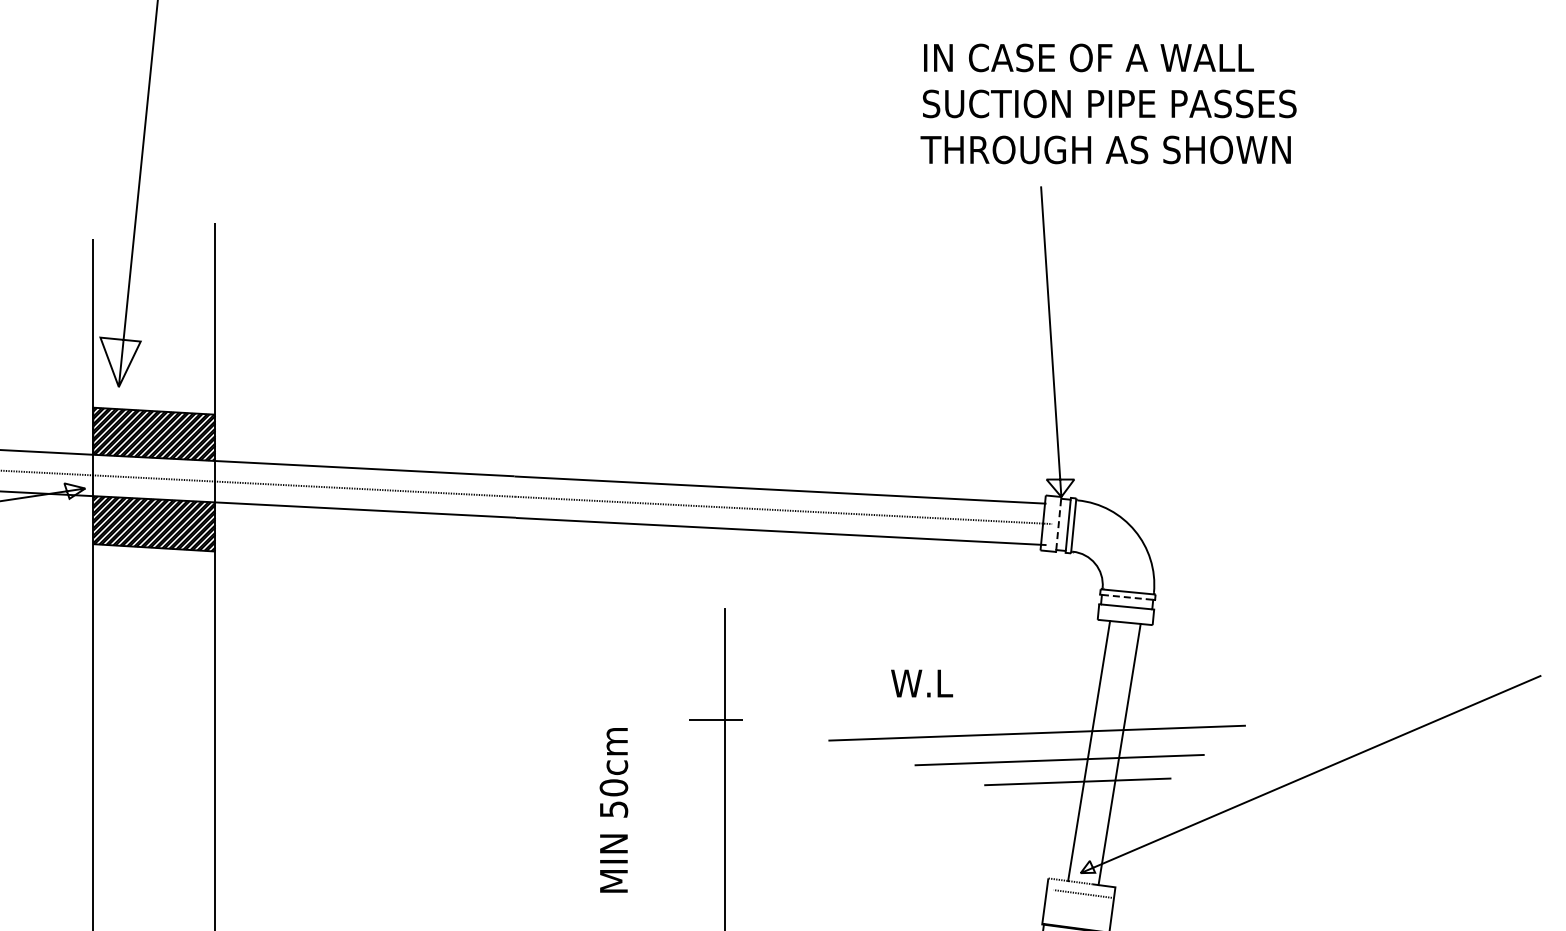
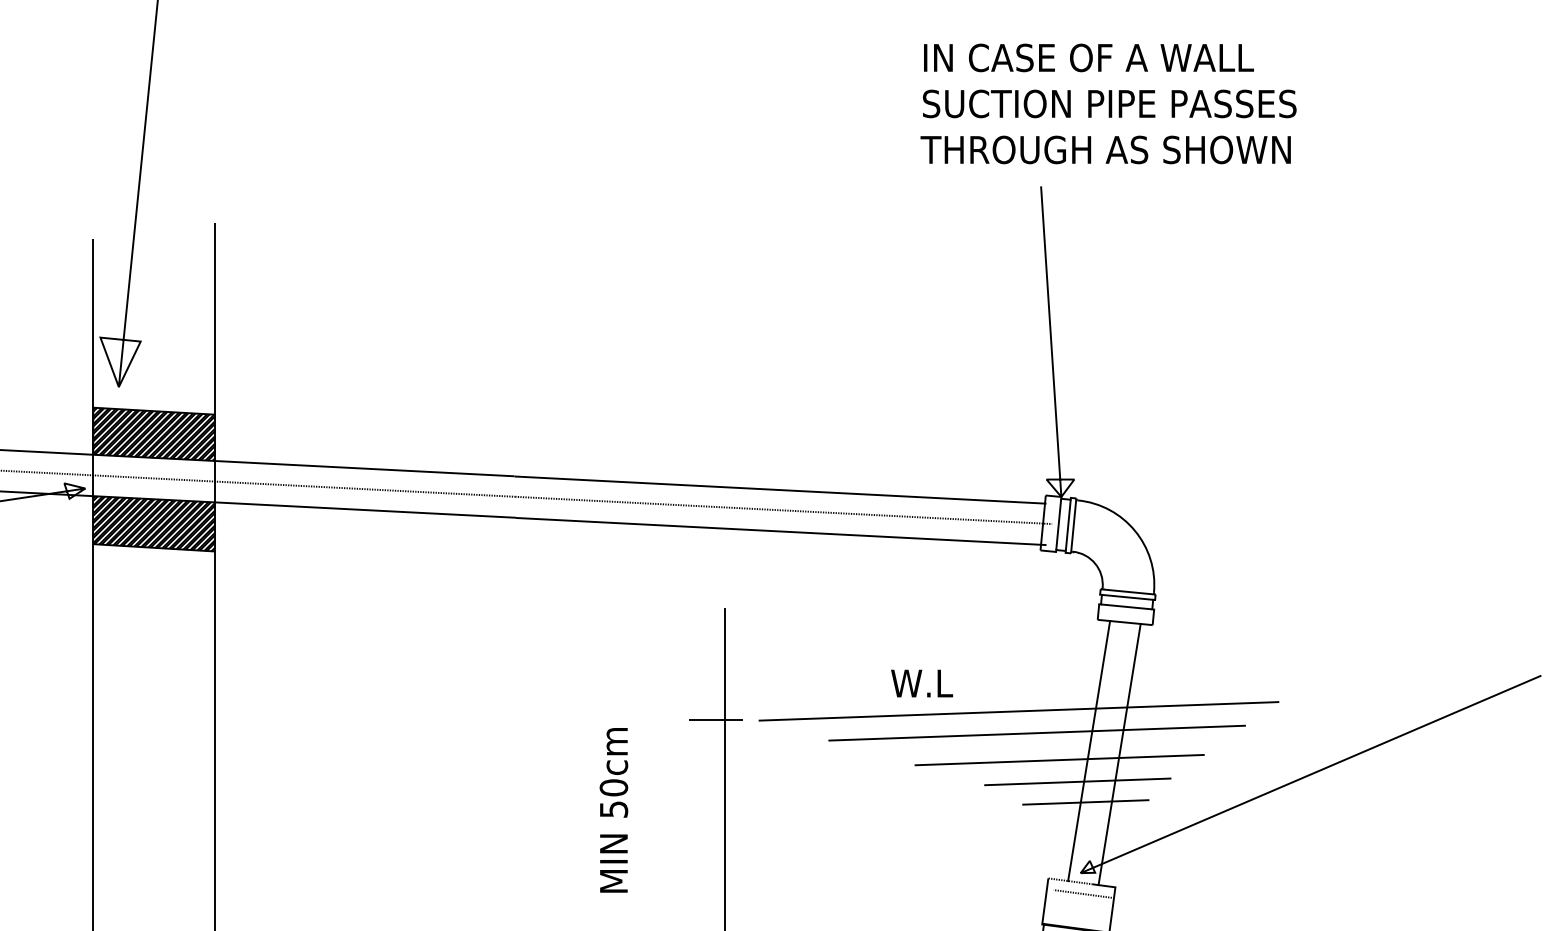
line at (1058, 524): dashed -> solid
line at (1127, 597): dashed -> solid
line at (1018, 711): none -> present
line at (1085, 802): none -> present
